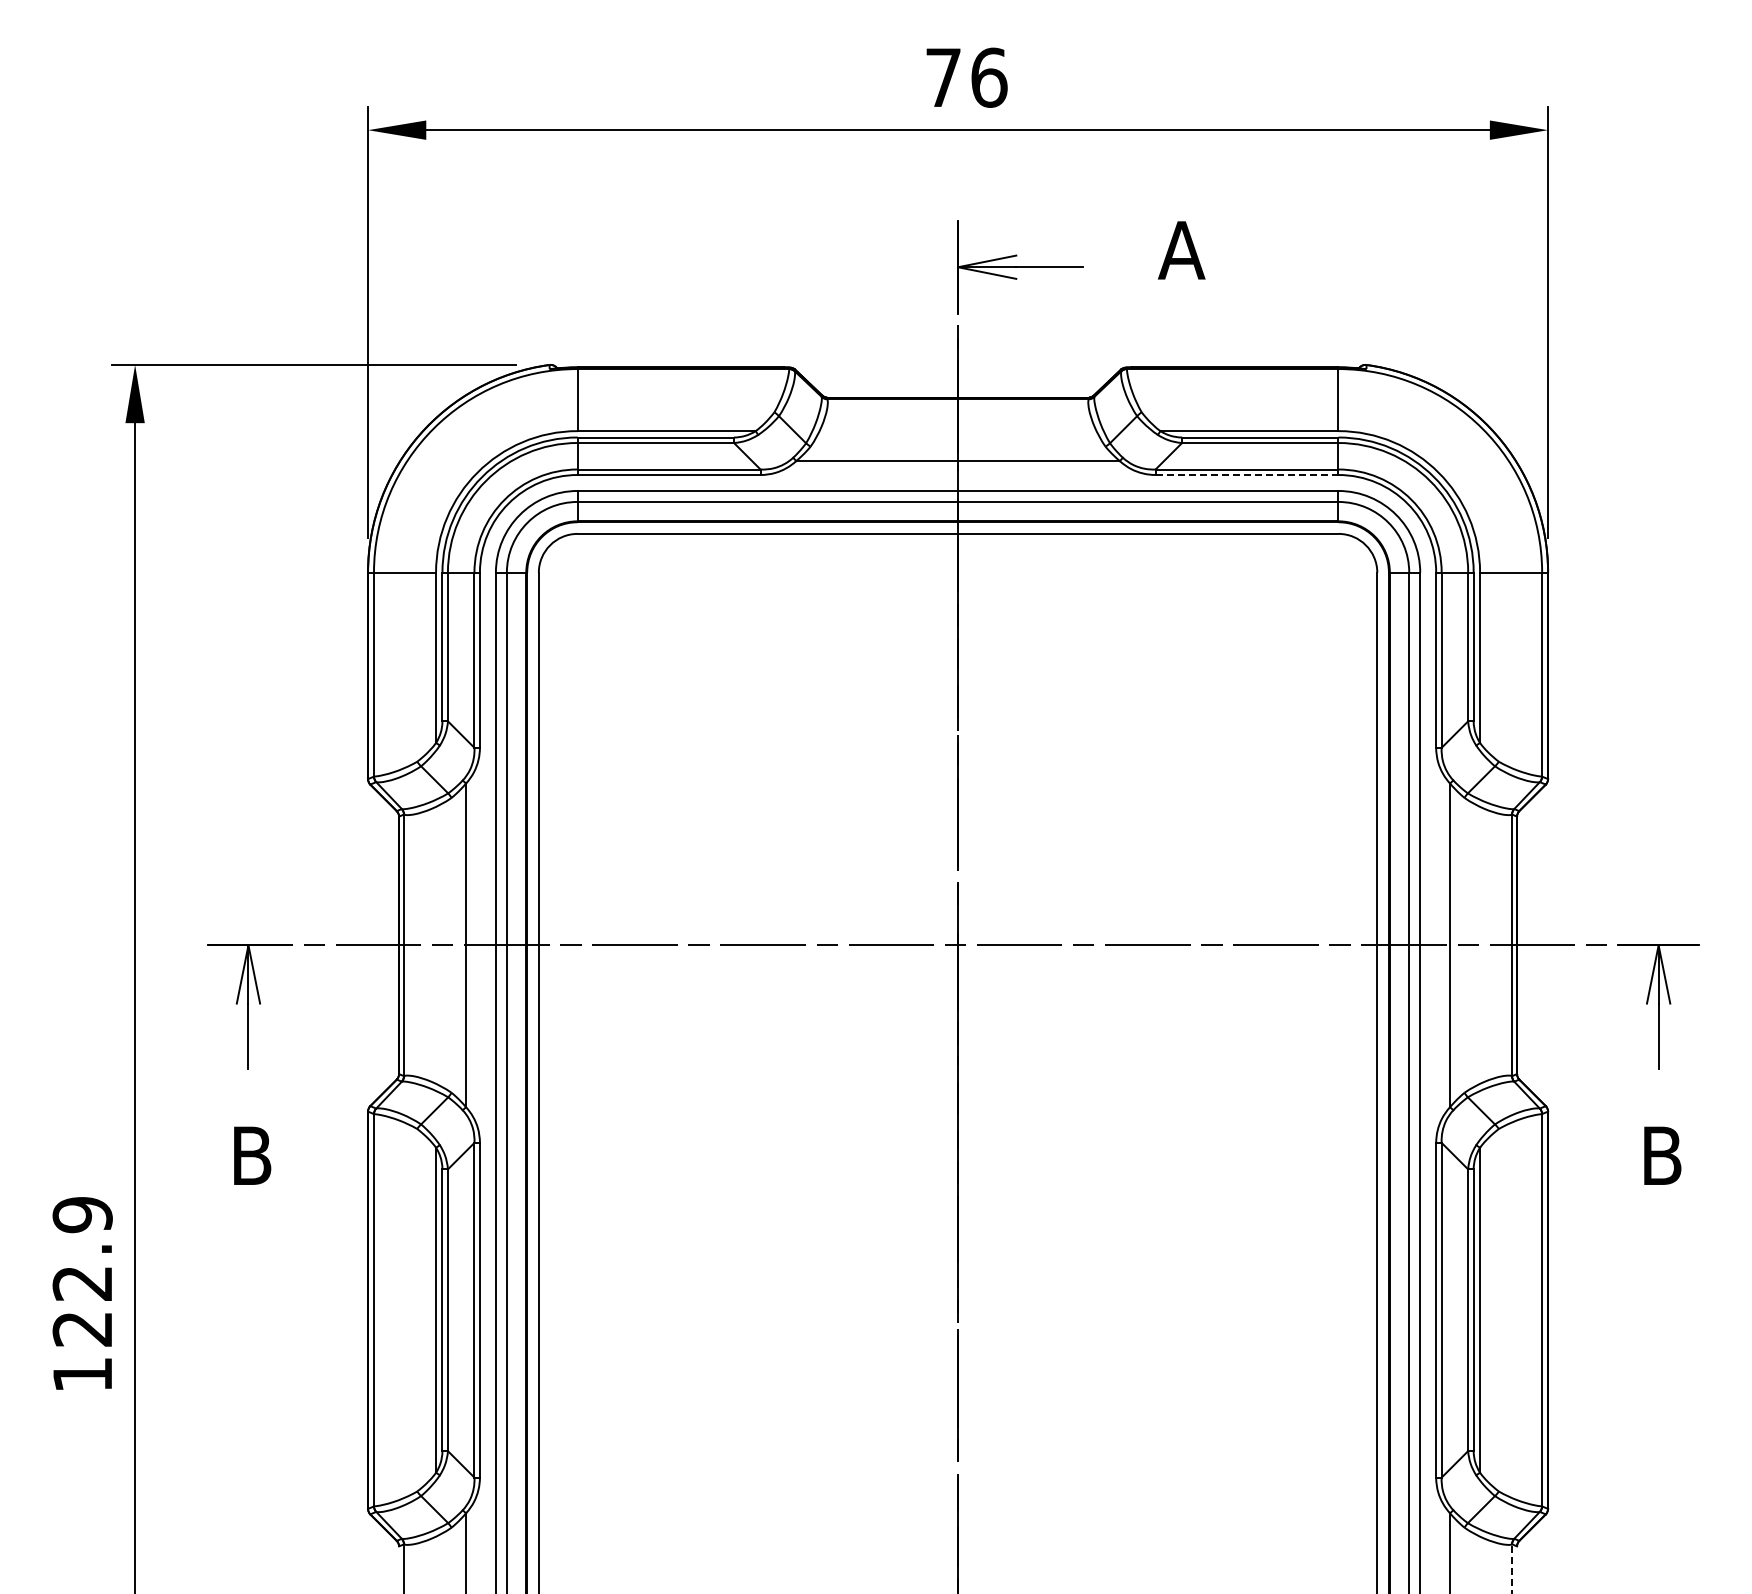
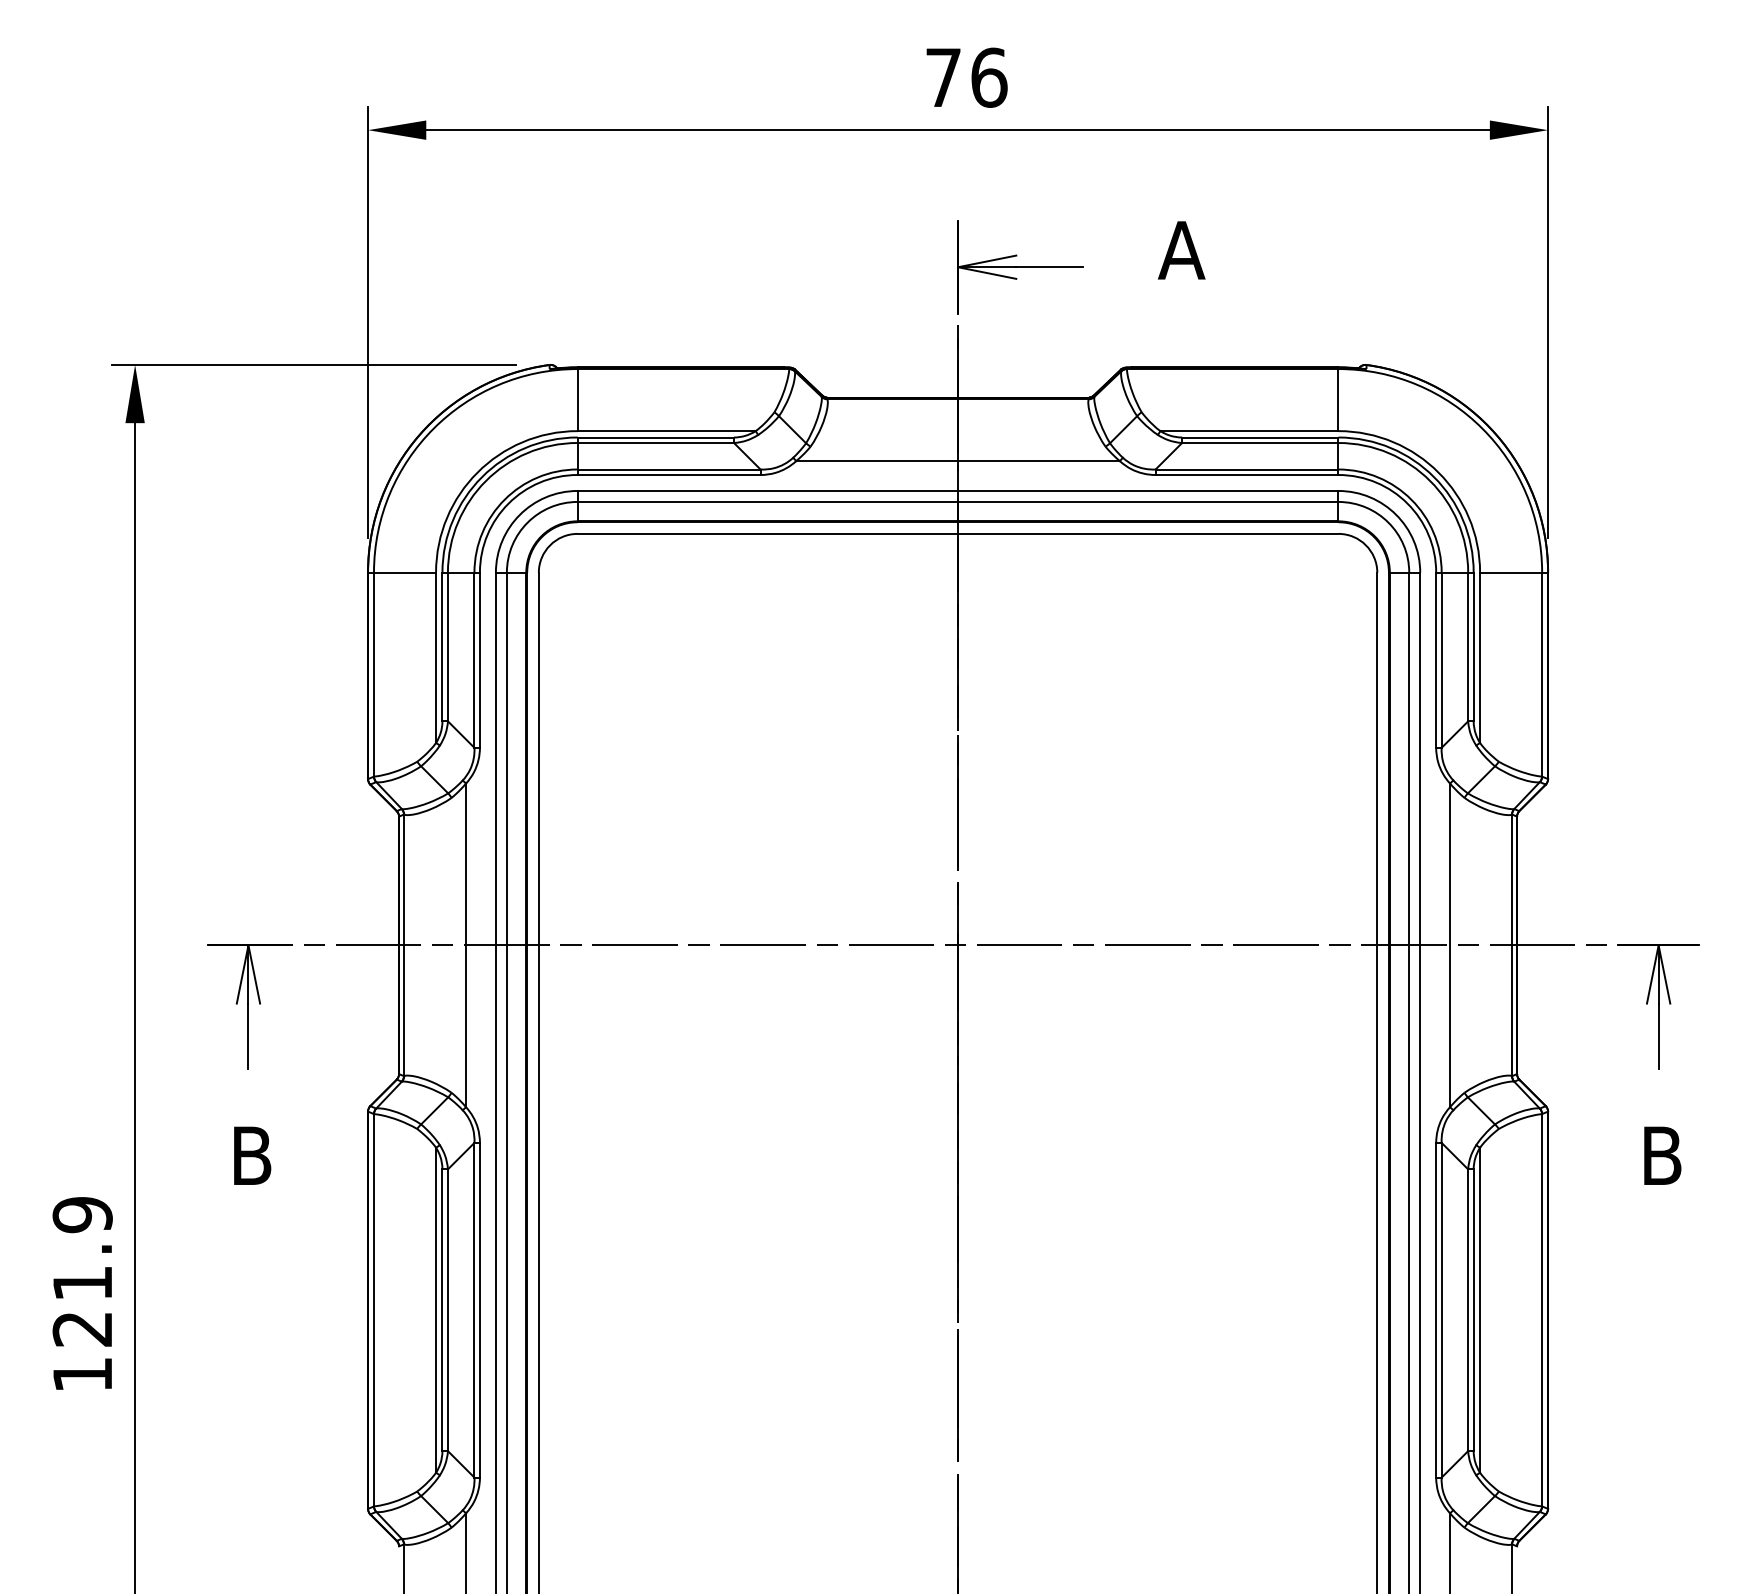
line at (1247, 475): dashed -> solid
text at (81, 1283): 122.9 -> 121.9
line at (1512, 1568): dashed -> solid
